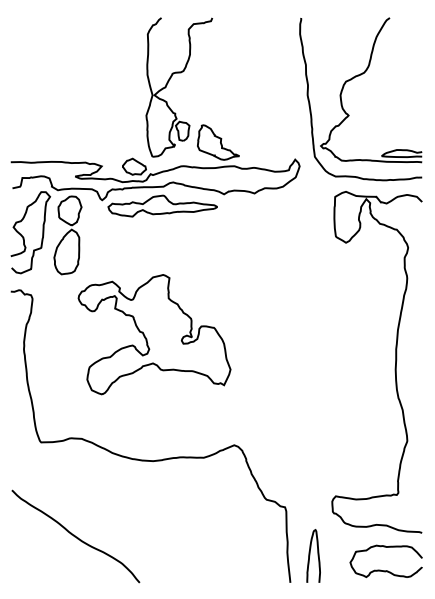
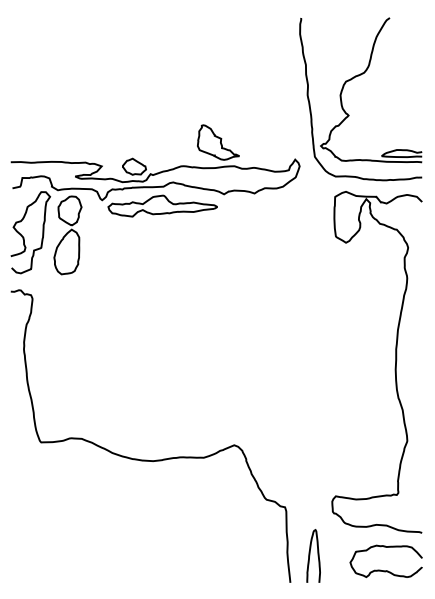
part at (169, 81): present -> none
part at (154, 334): present -> none
curve at (75, 536): present -> none
